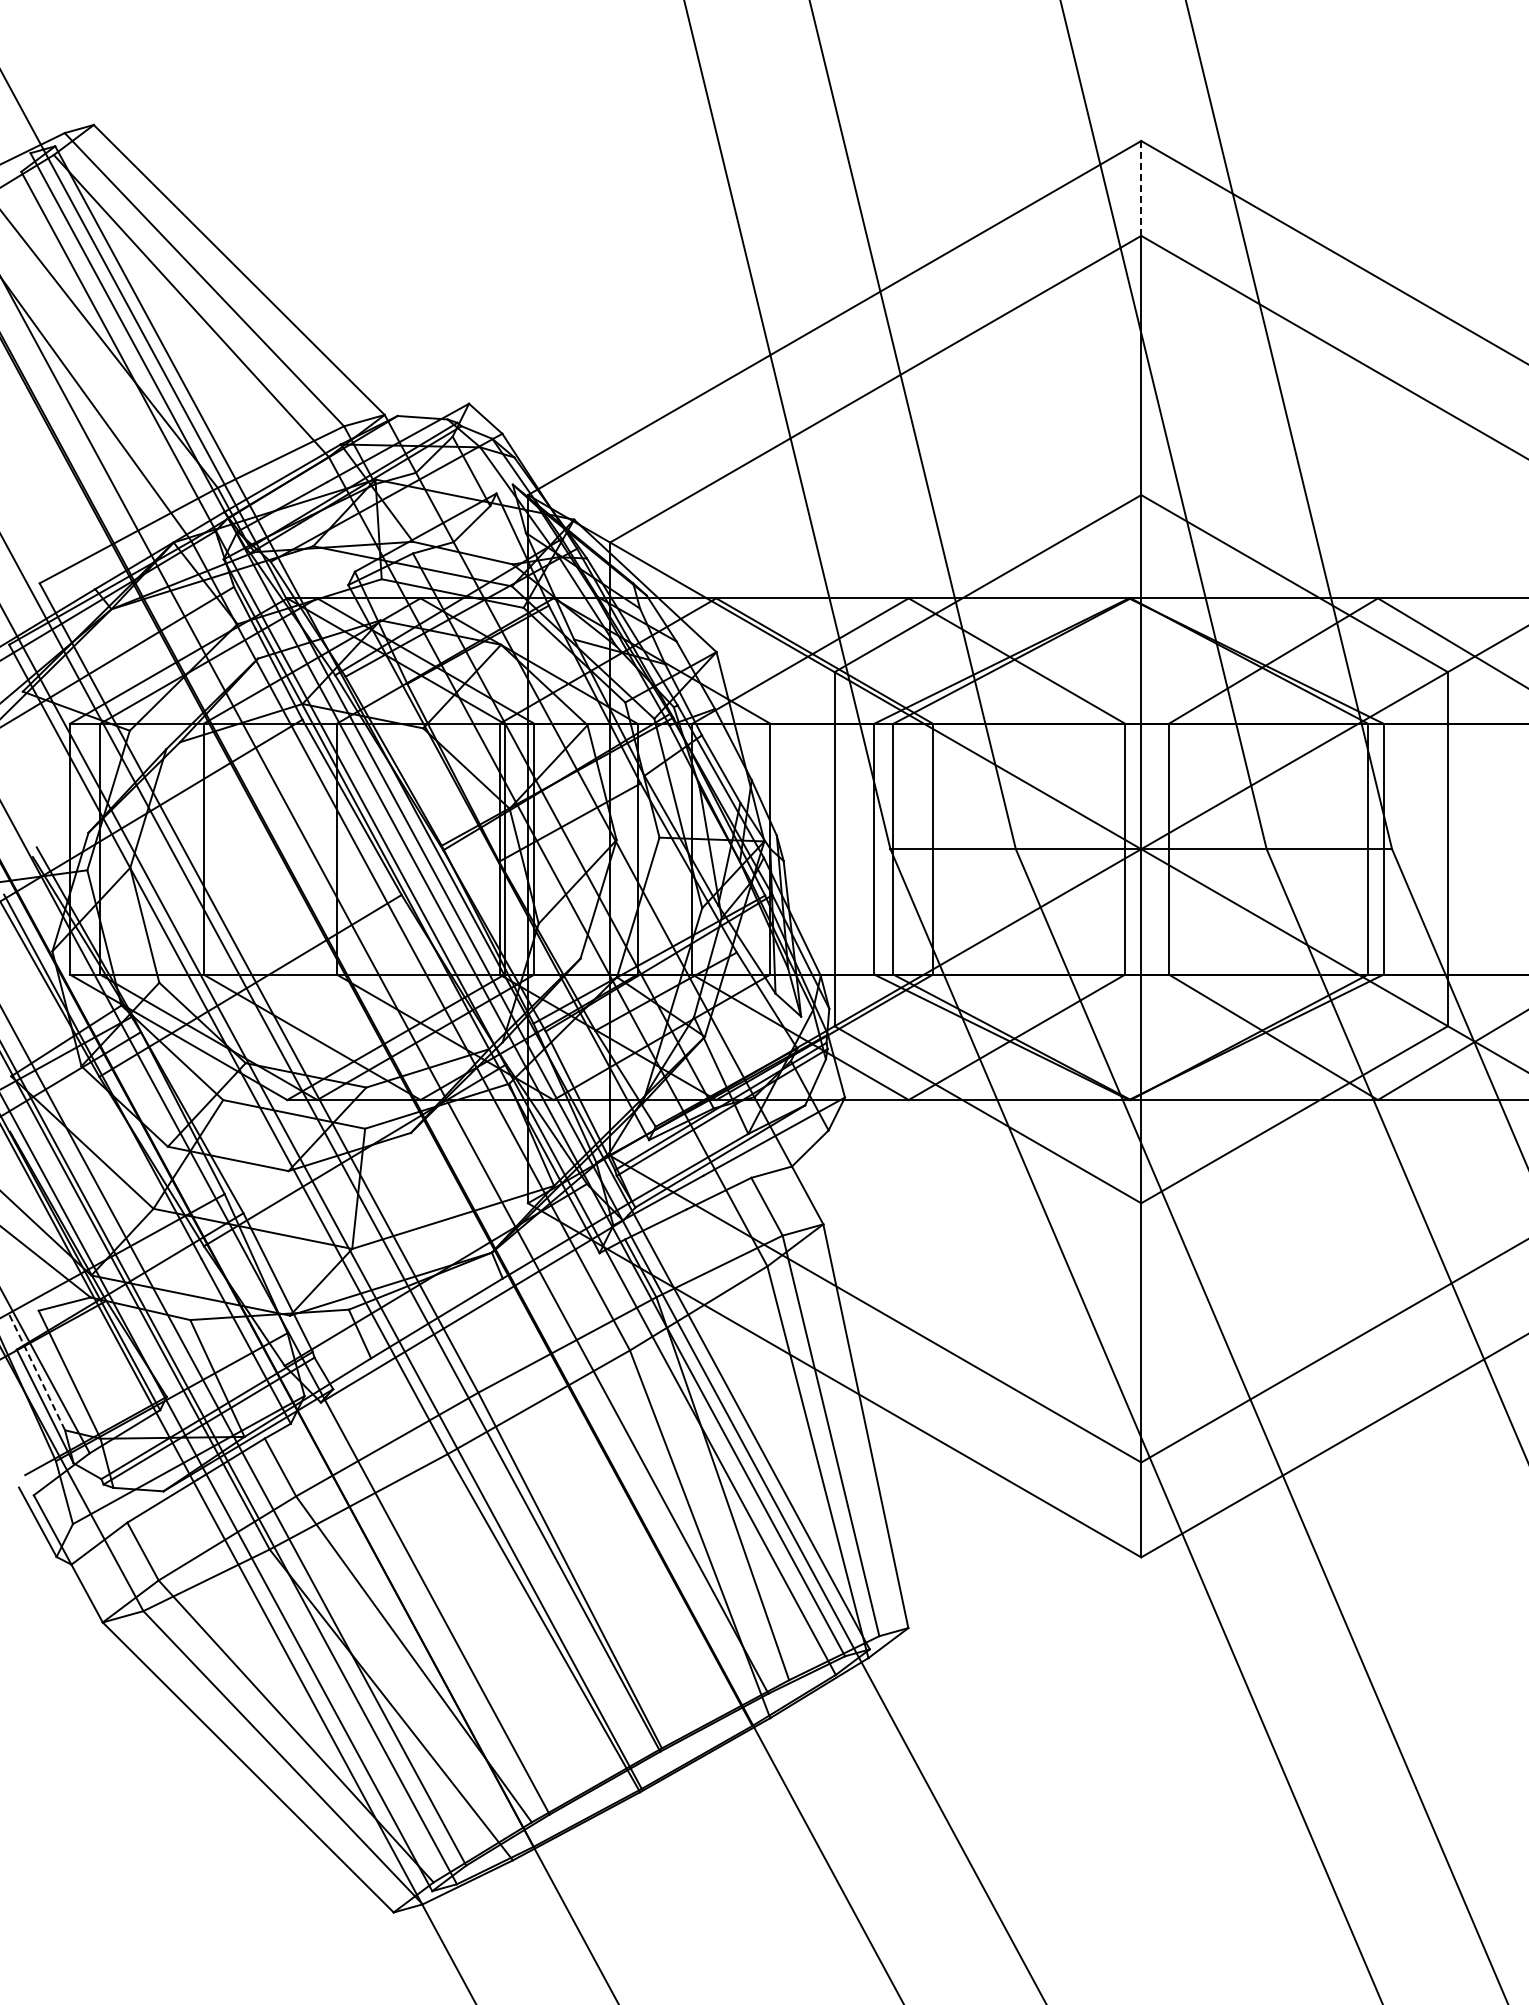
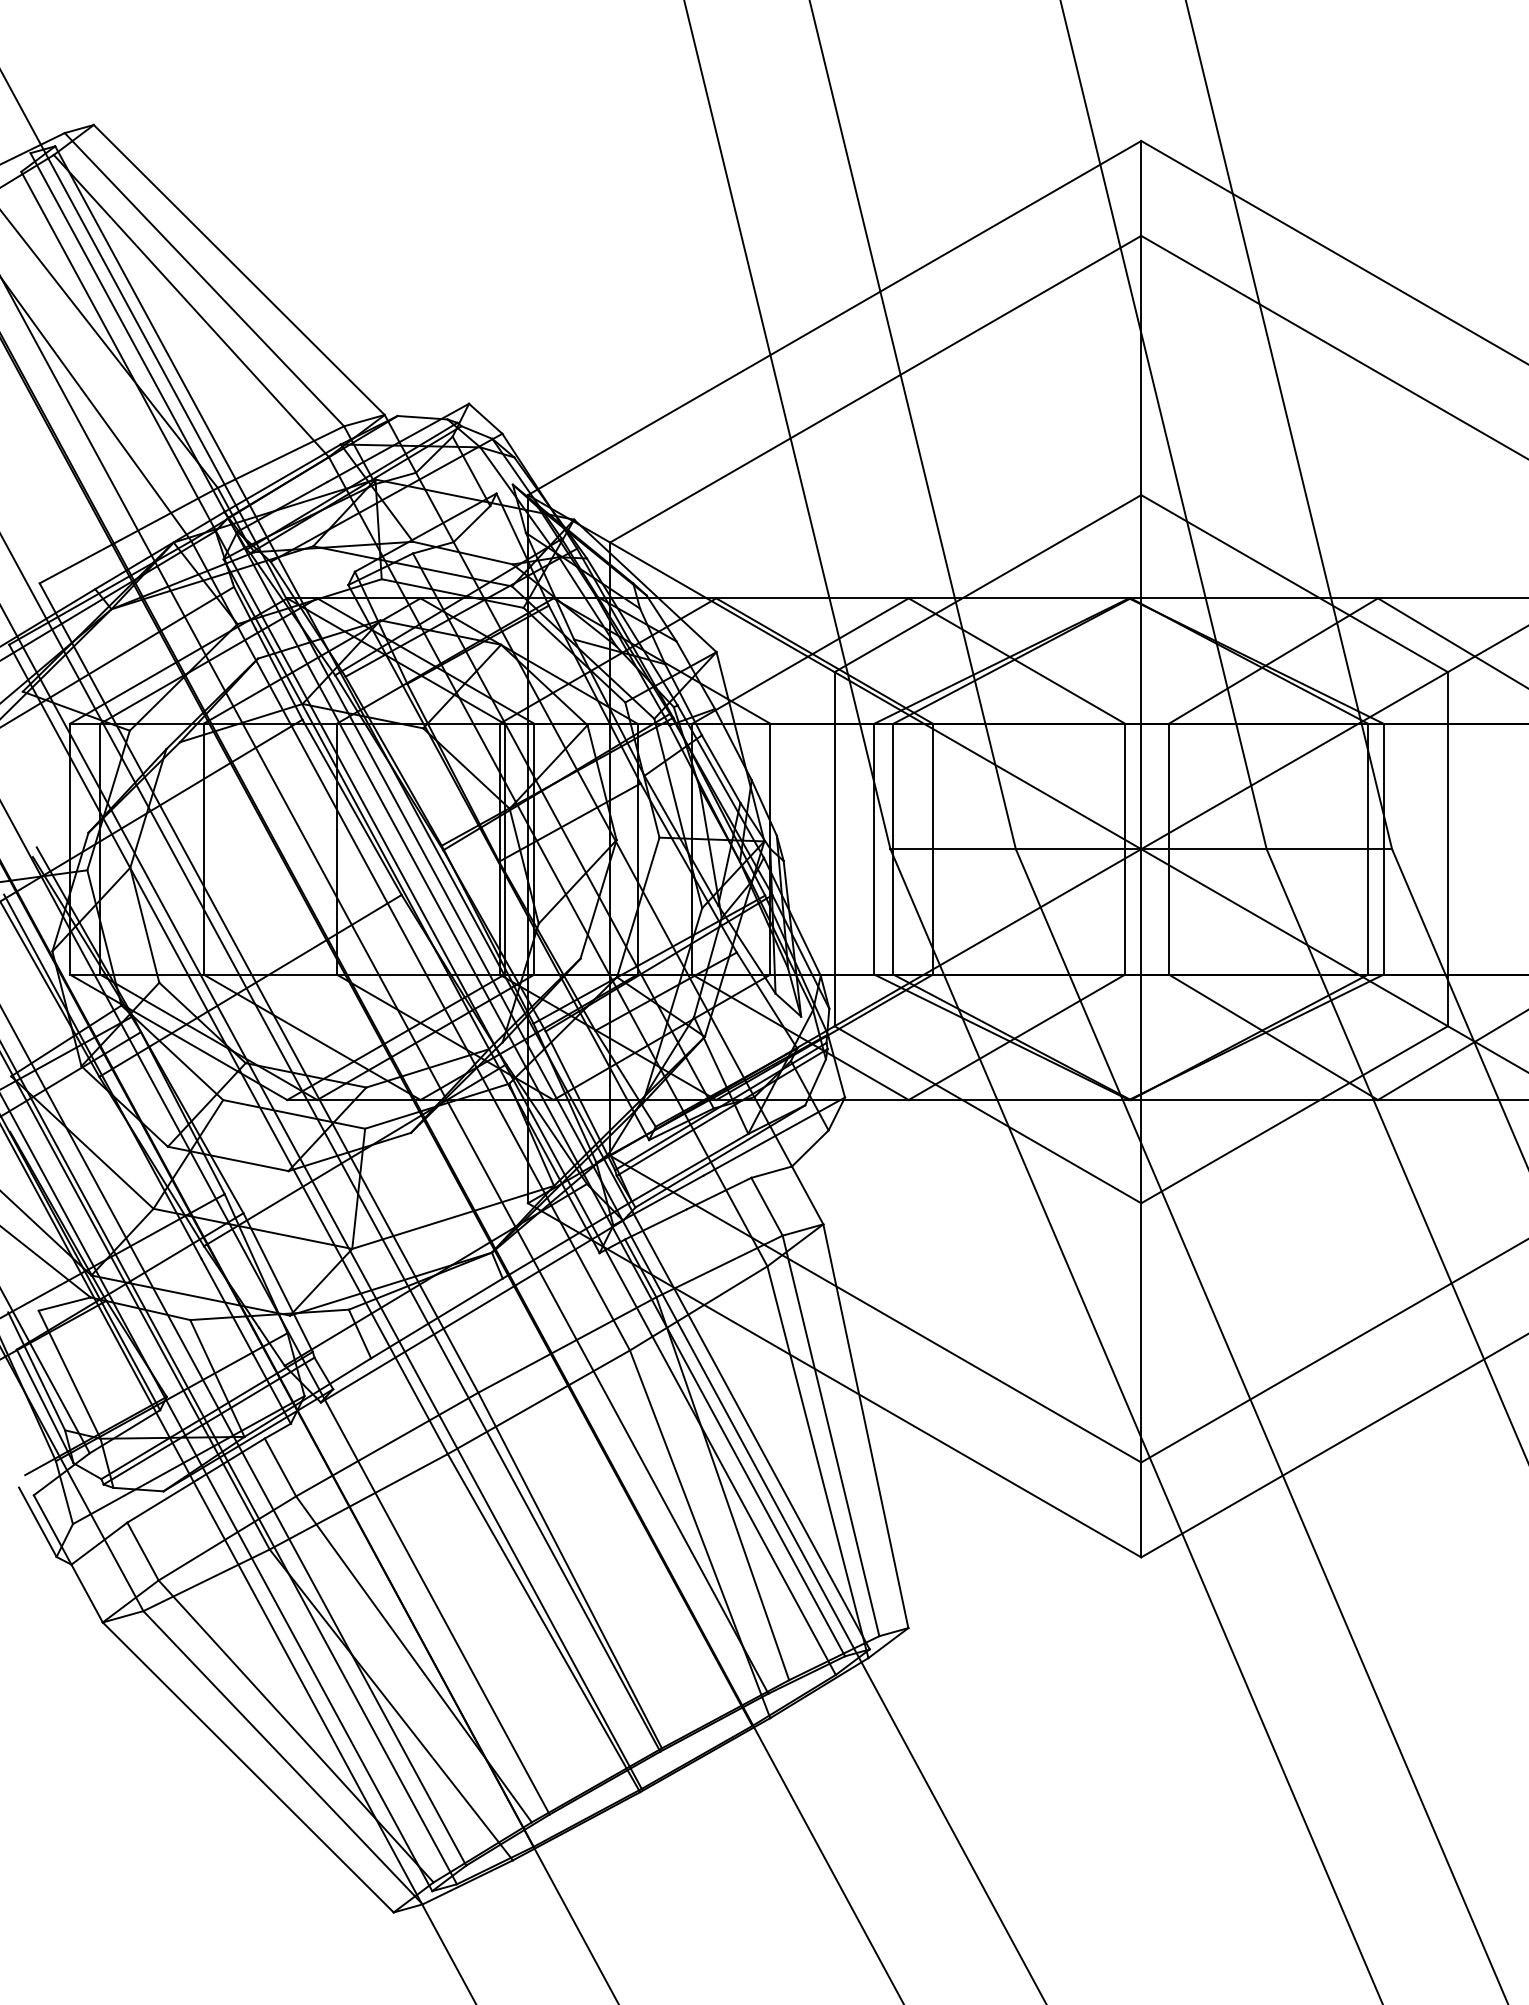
line at (1141, 187): dashed -> solid
line at (36, 1370): dashed -> solid
